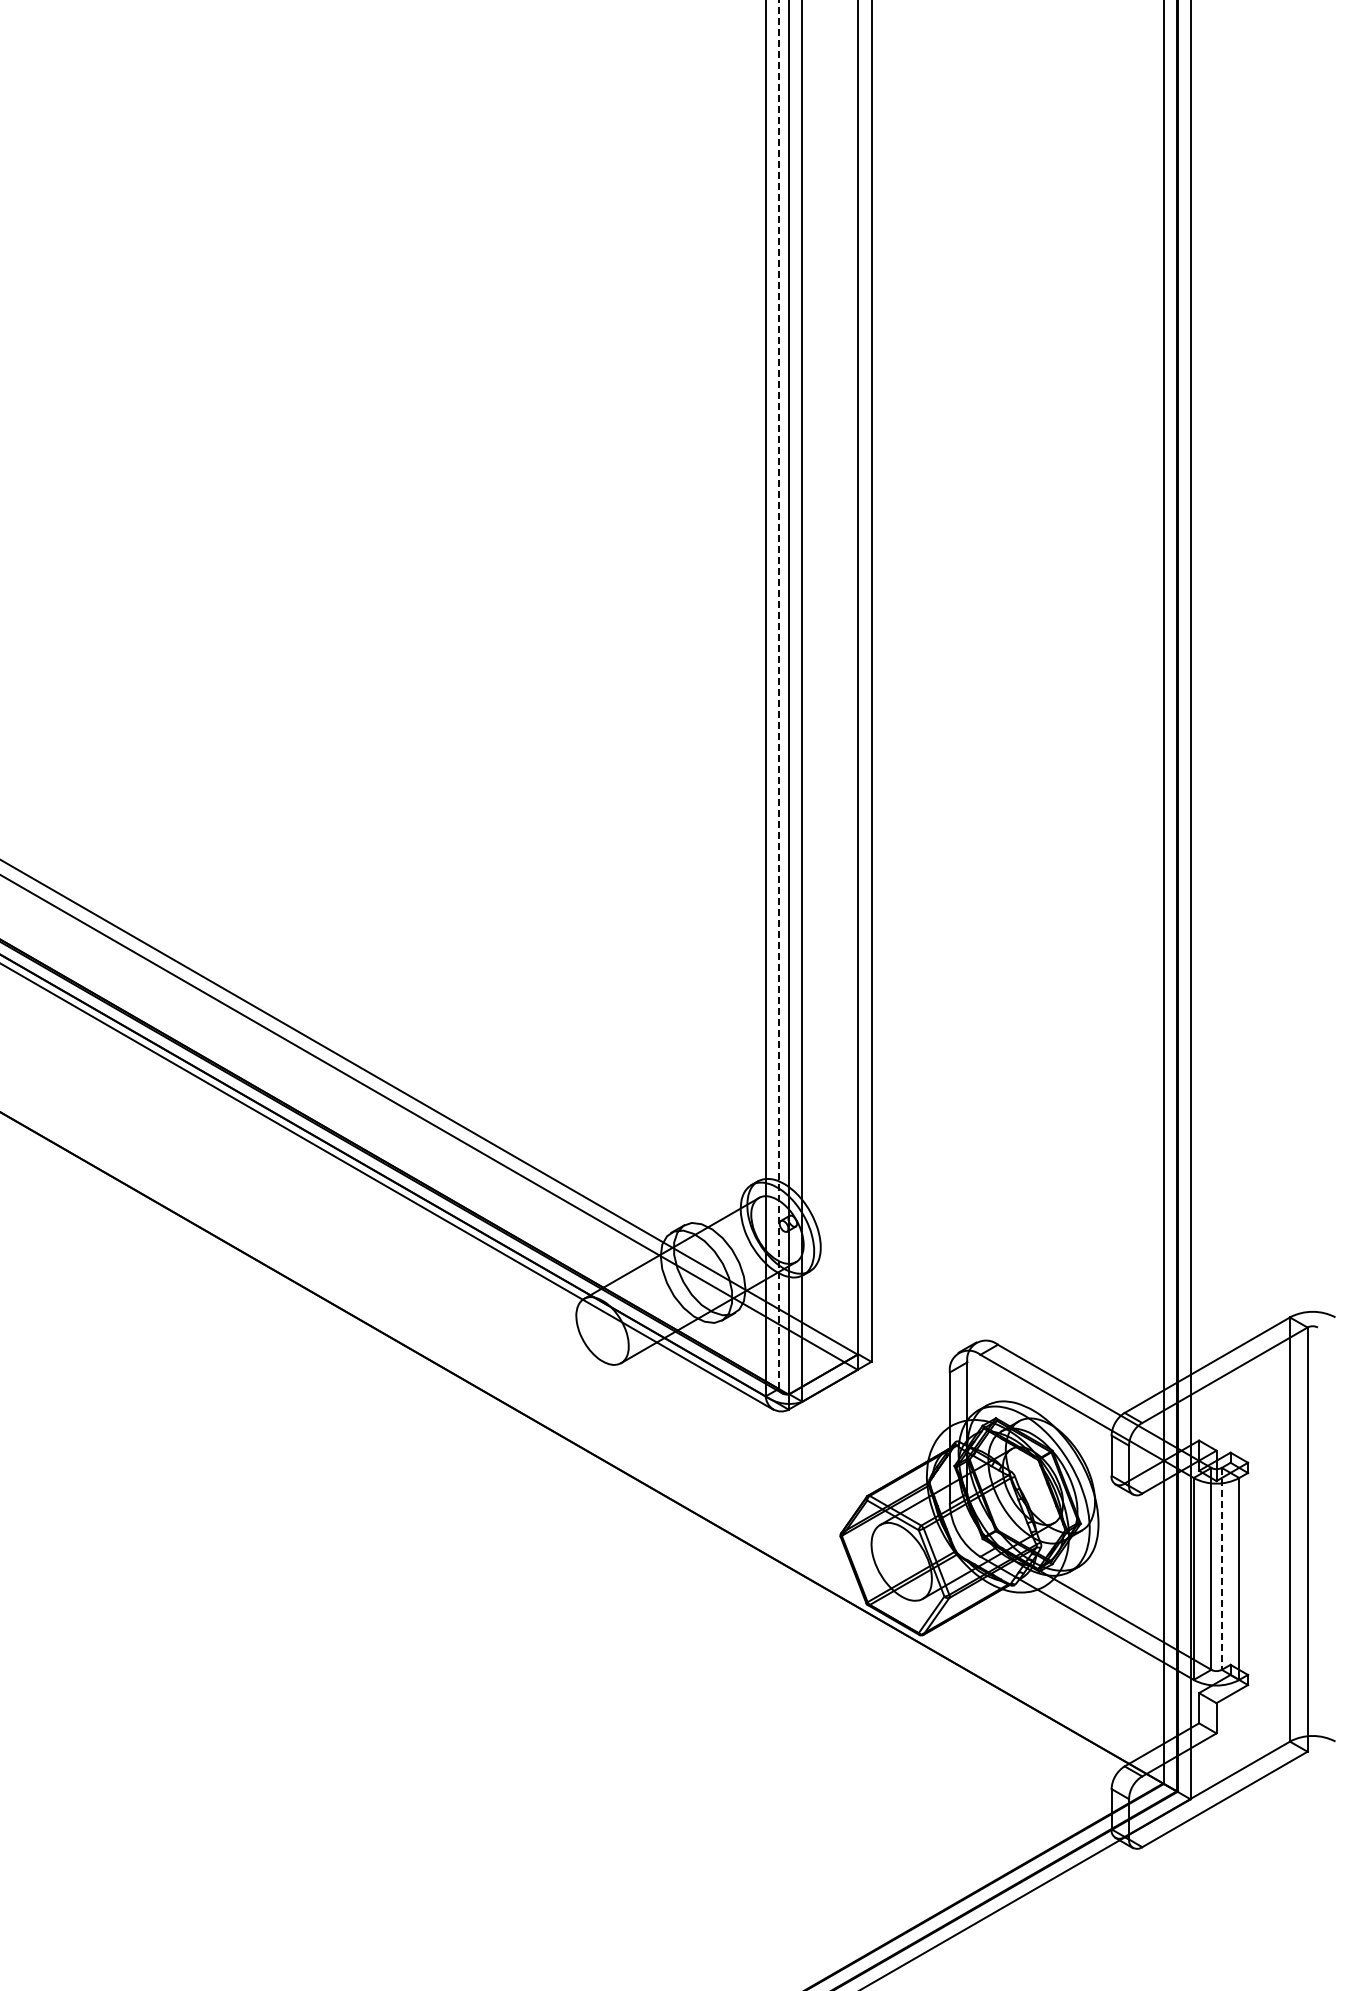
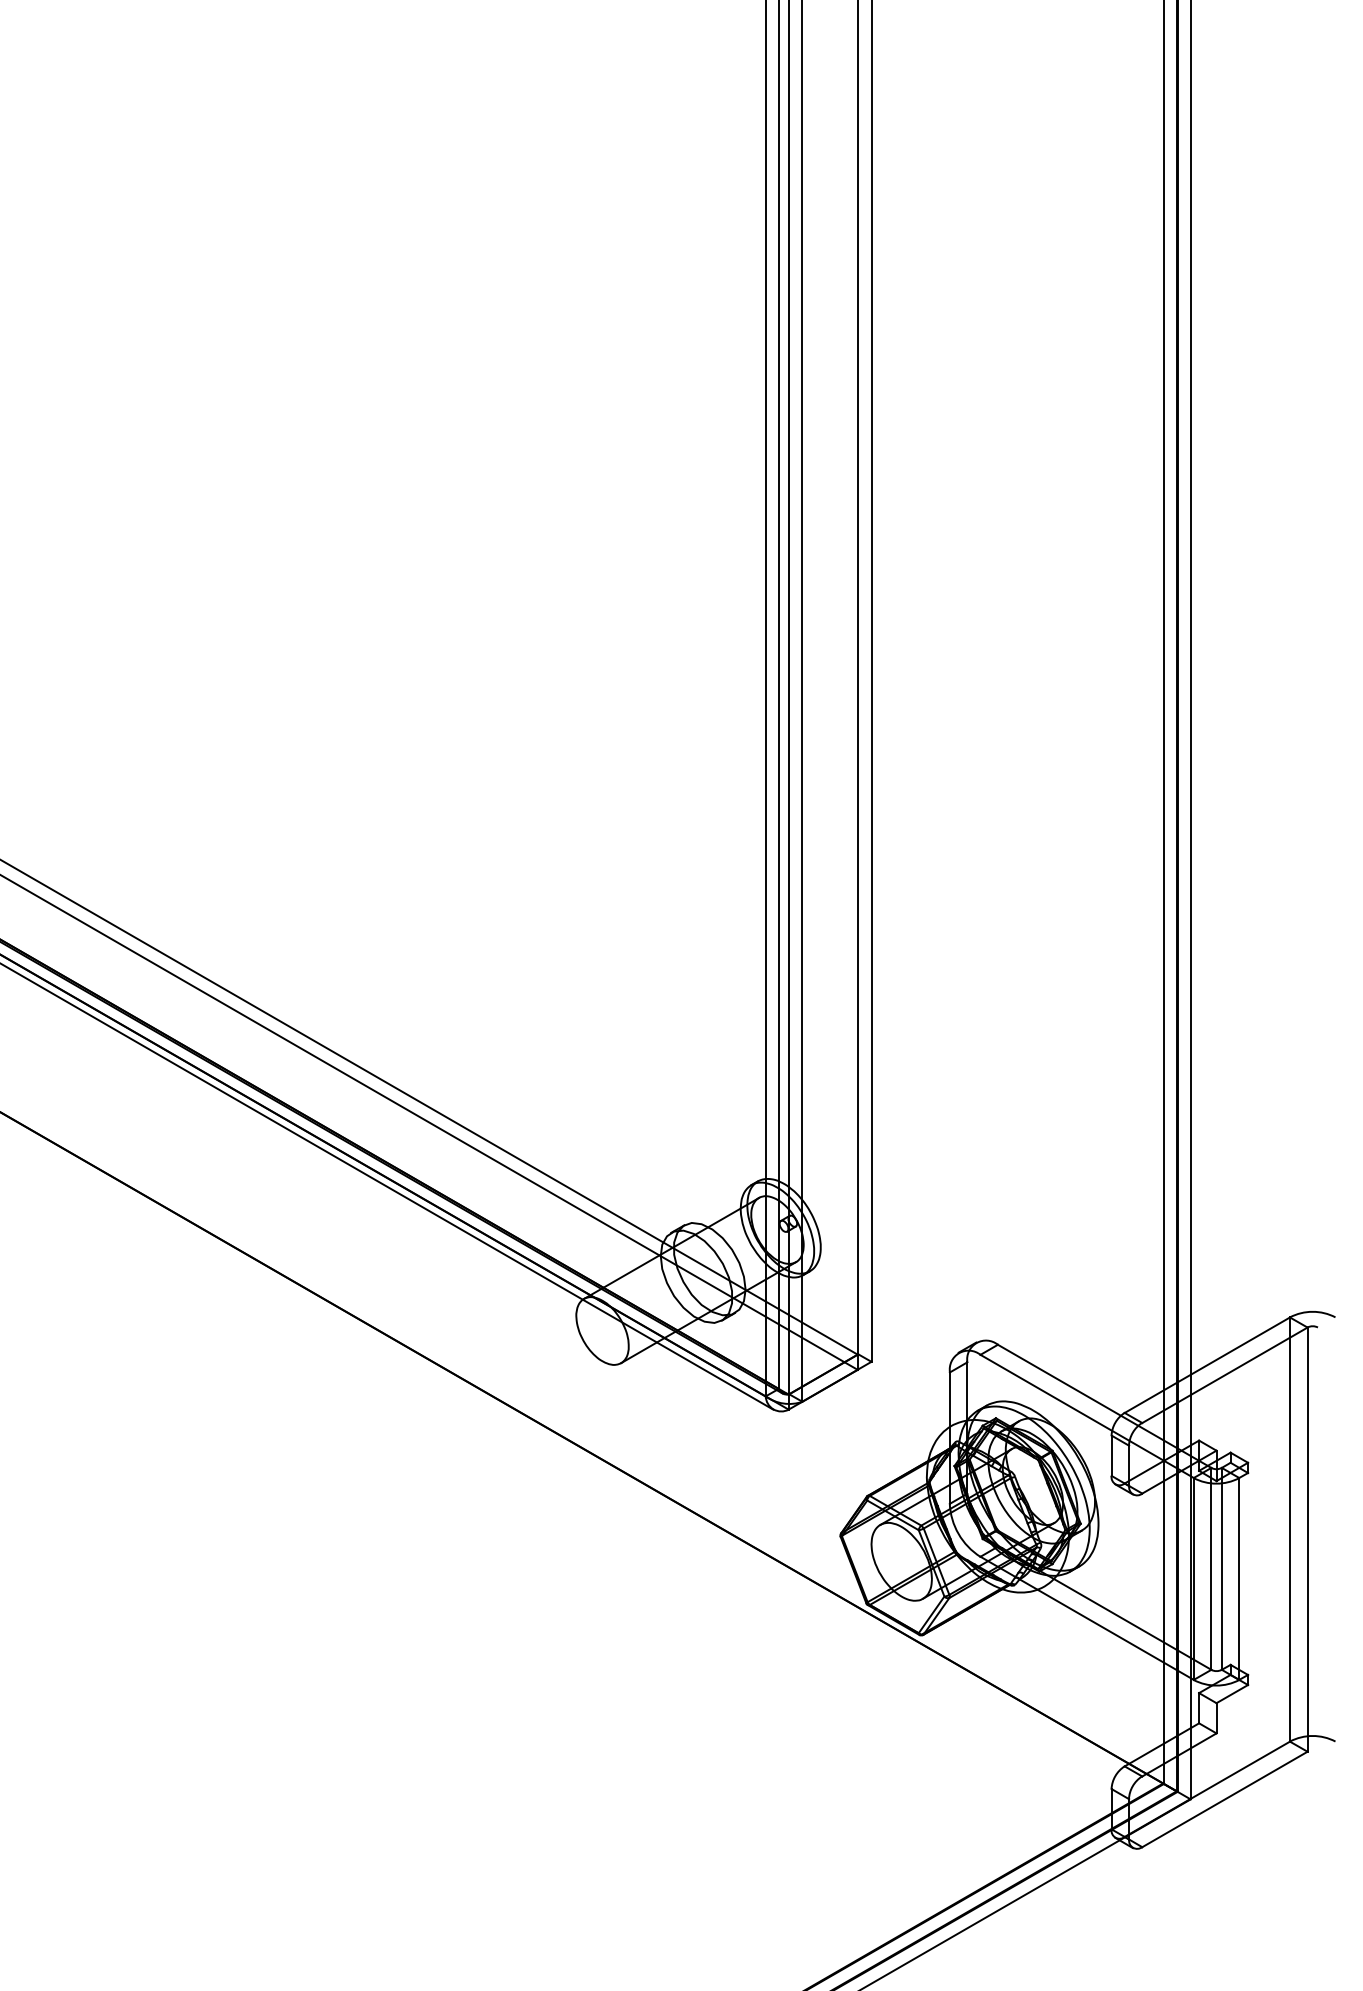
line at (778, 694): dashed -> solid
line at (1221, 1568): dashed -> solid
